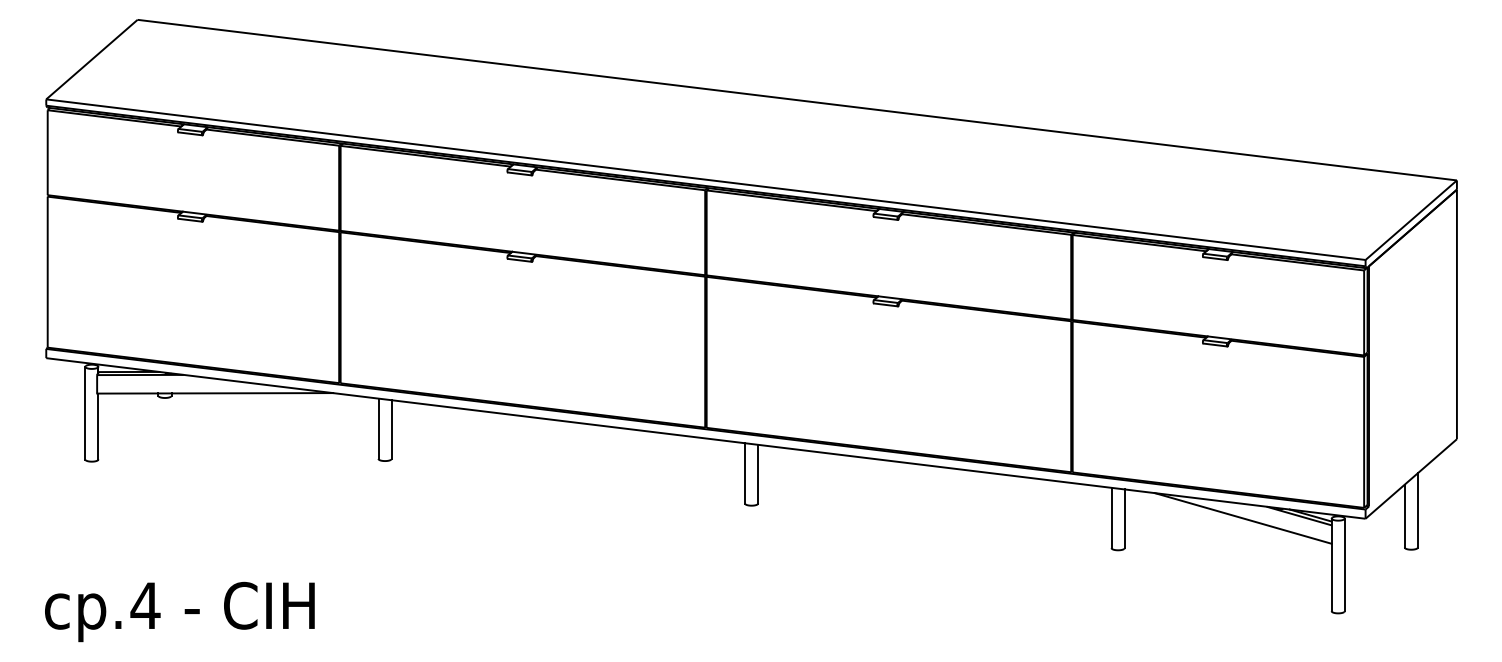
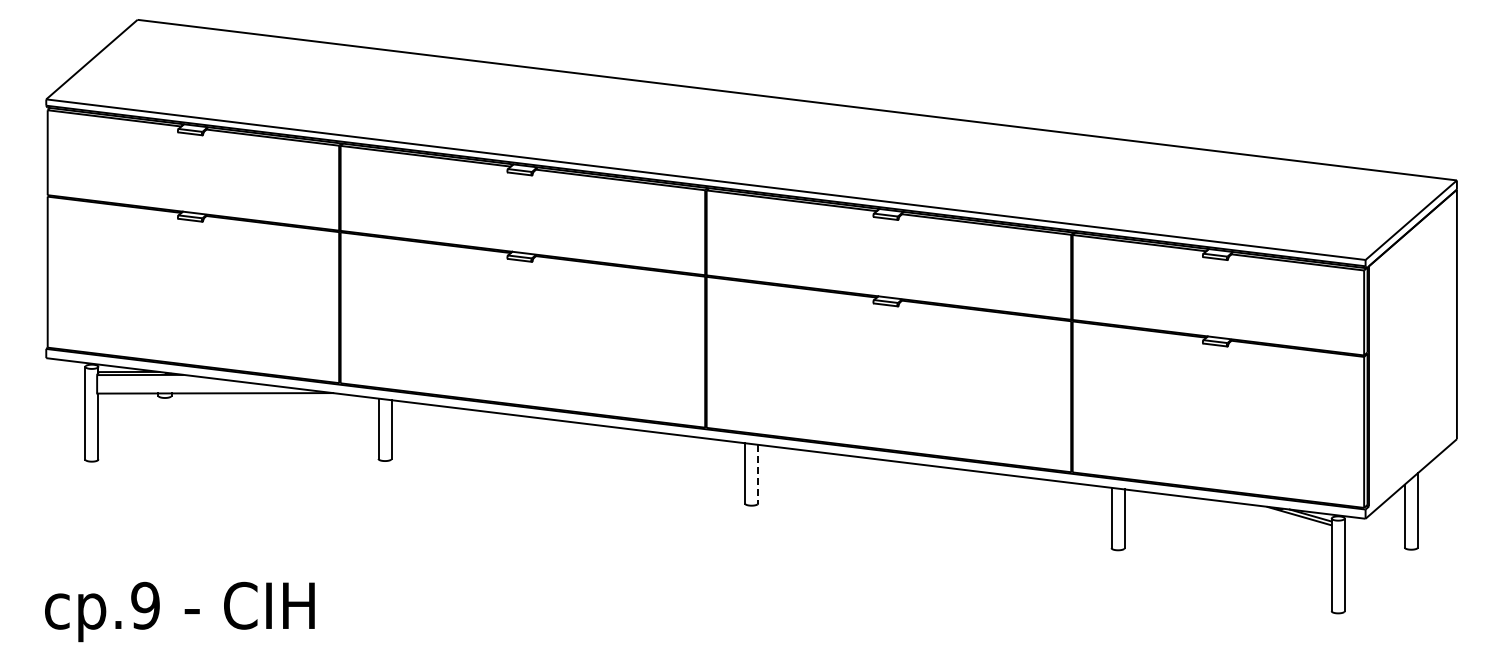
line at (758, 474): solid -> dashed
line at (1242, 518): present -> none
text at (145, 605): cp.4 -> cp.9
